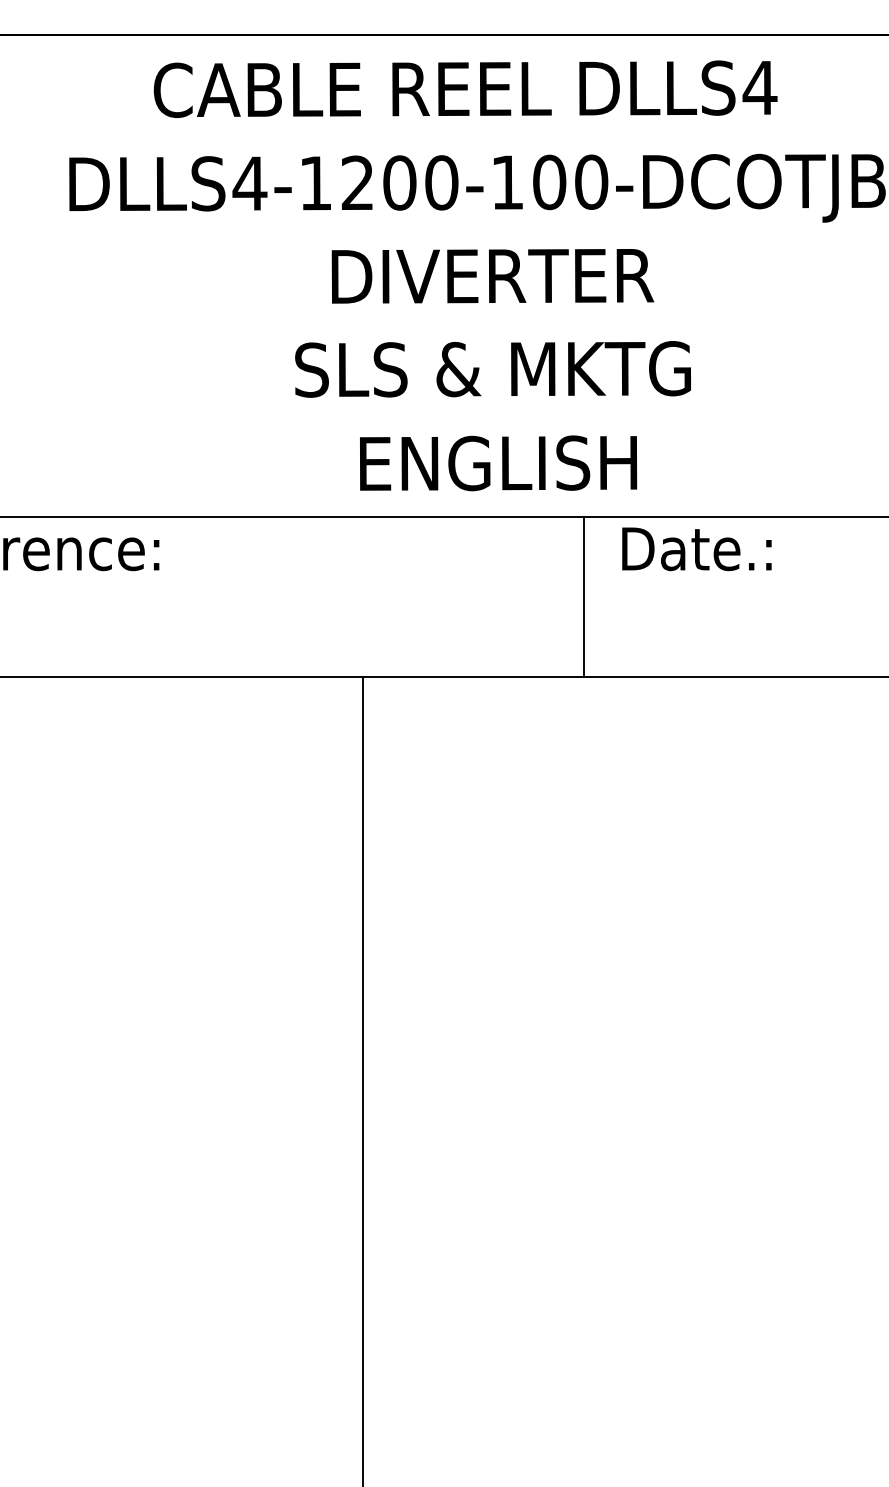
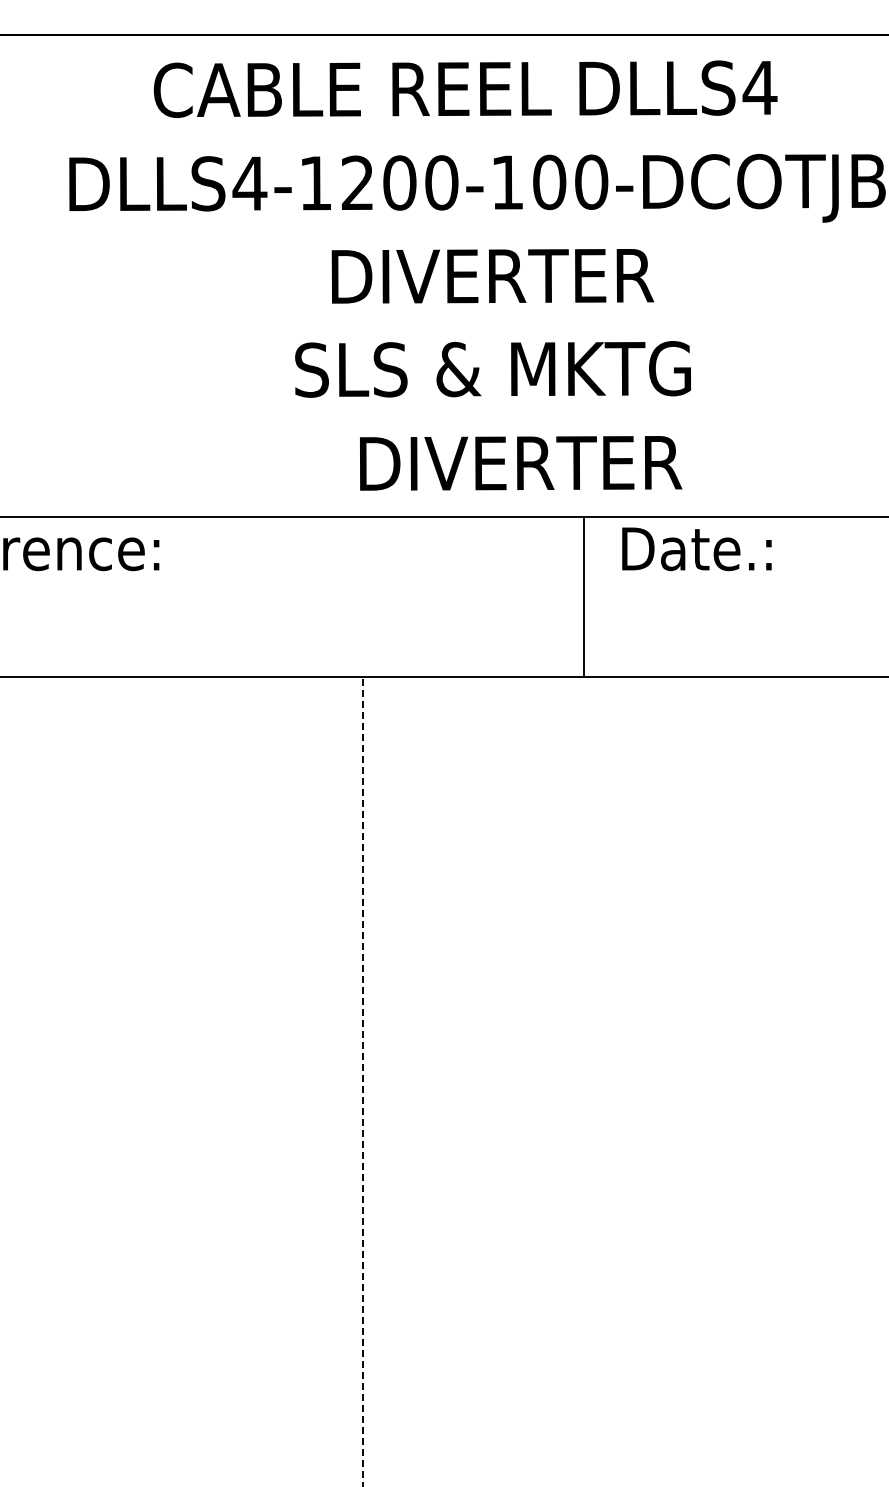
text at (524, 463): ENGLISH -> DIVERTER
line at (363, 1082): solid -> dashed
